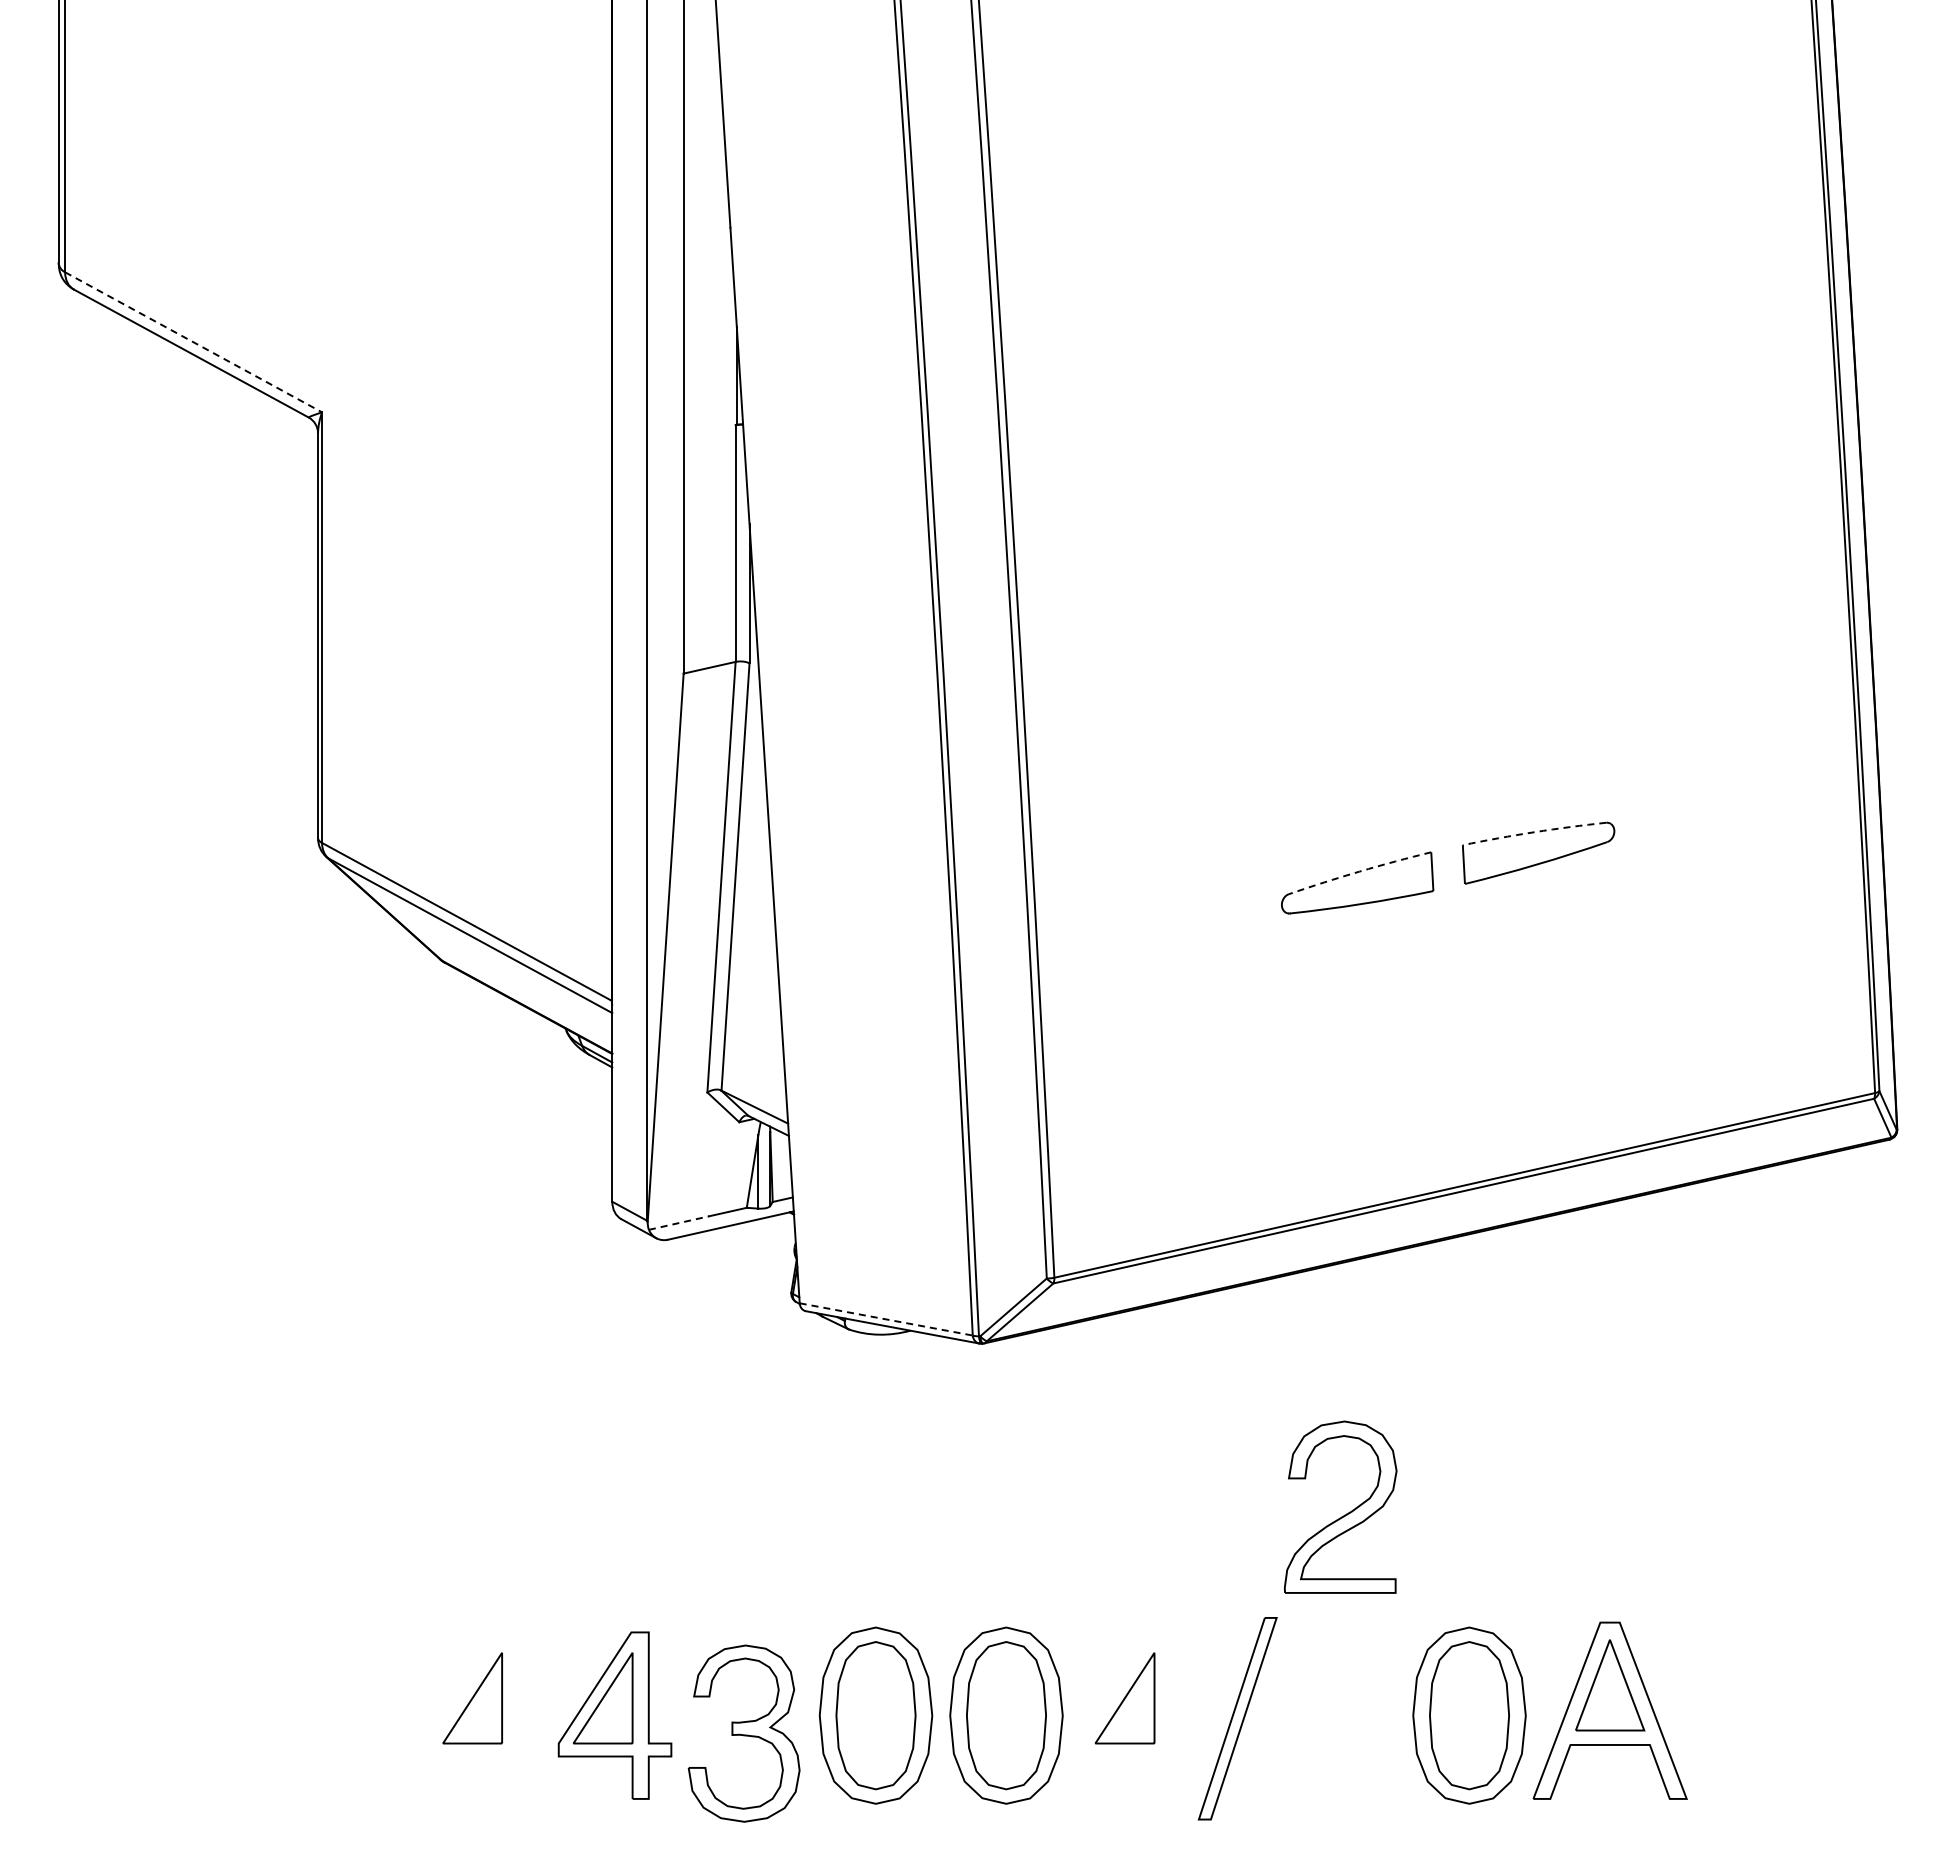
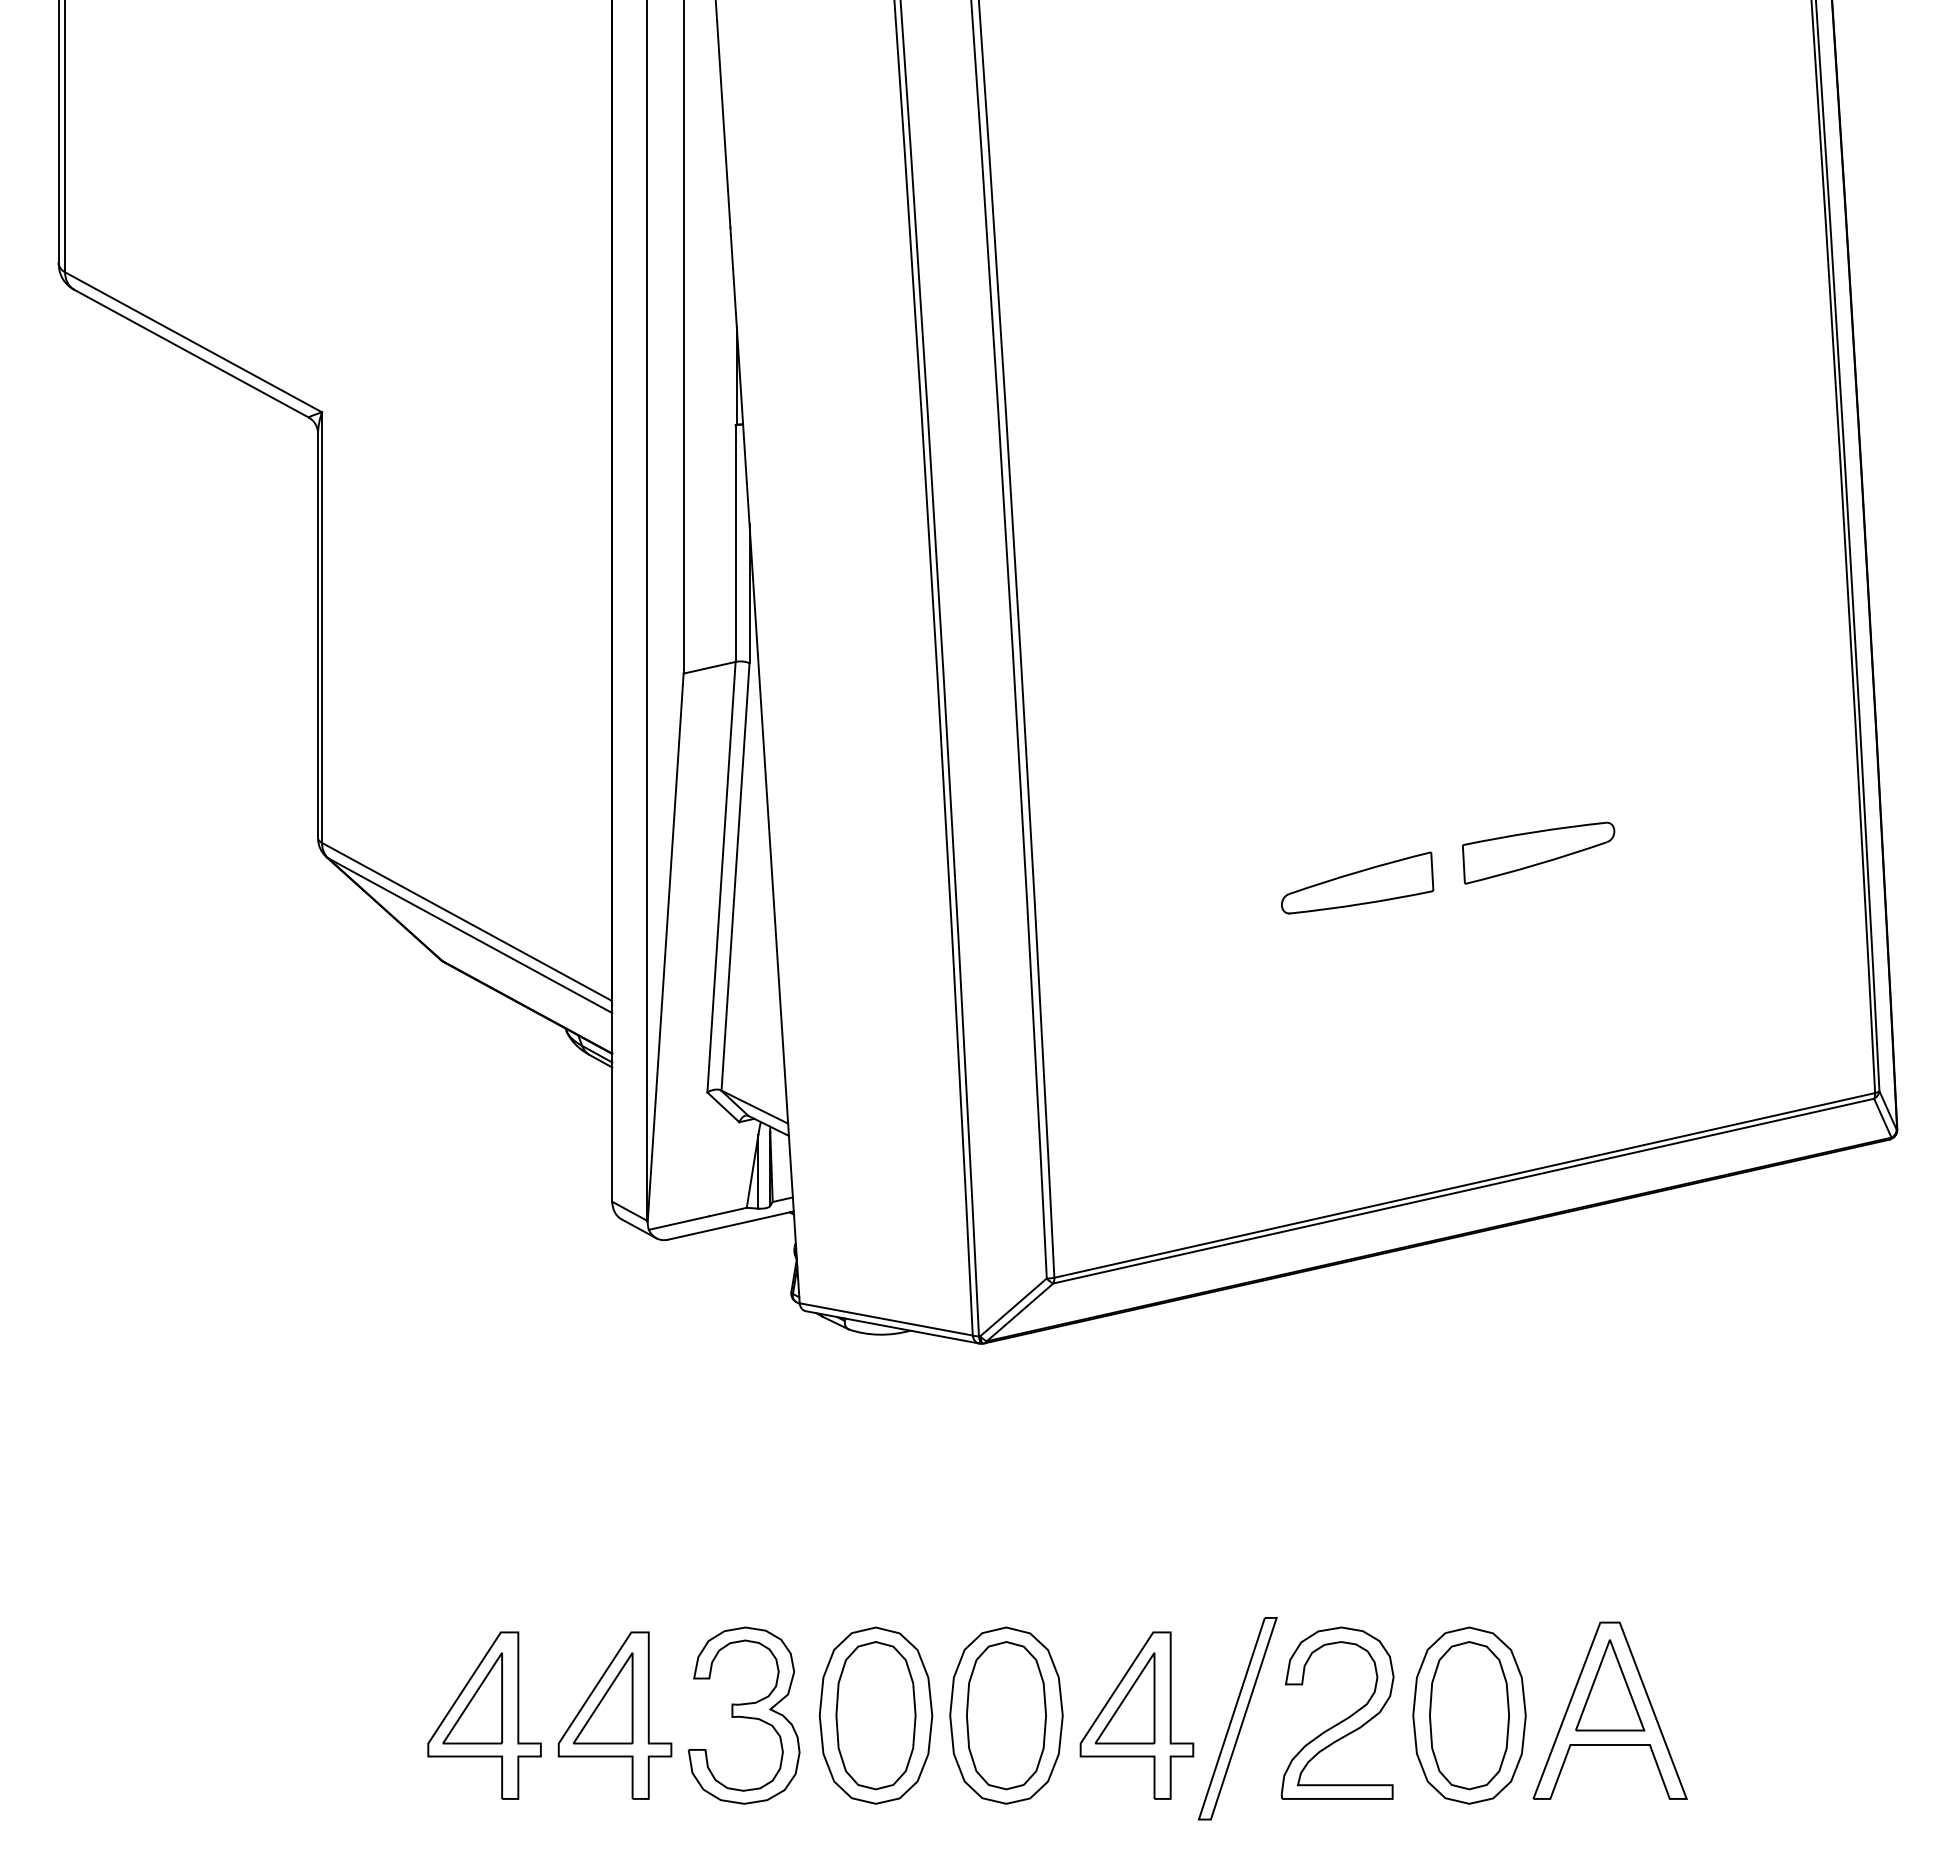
line at (194, 342): dashed -> solid
arc at (1534, 832): dashed -> solid
arc at (1359, 871): dashed -> solid
line at (679, 1223): dashed -> solid
line at (886, 1319): dashed -> solid
part at (1344, 1514) position: (1344, 1514) -> (1341, 1720)
part at (484, 1715): none -> present
part at (1136, 1715): none -> present
part at (743, 1733) position: (743, 1733) -> (743, 1715)
